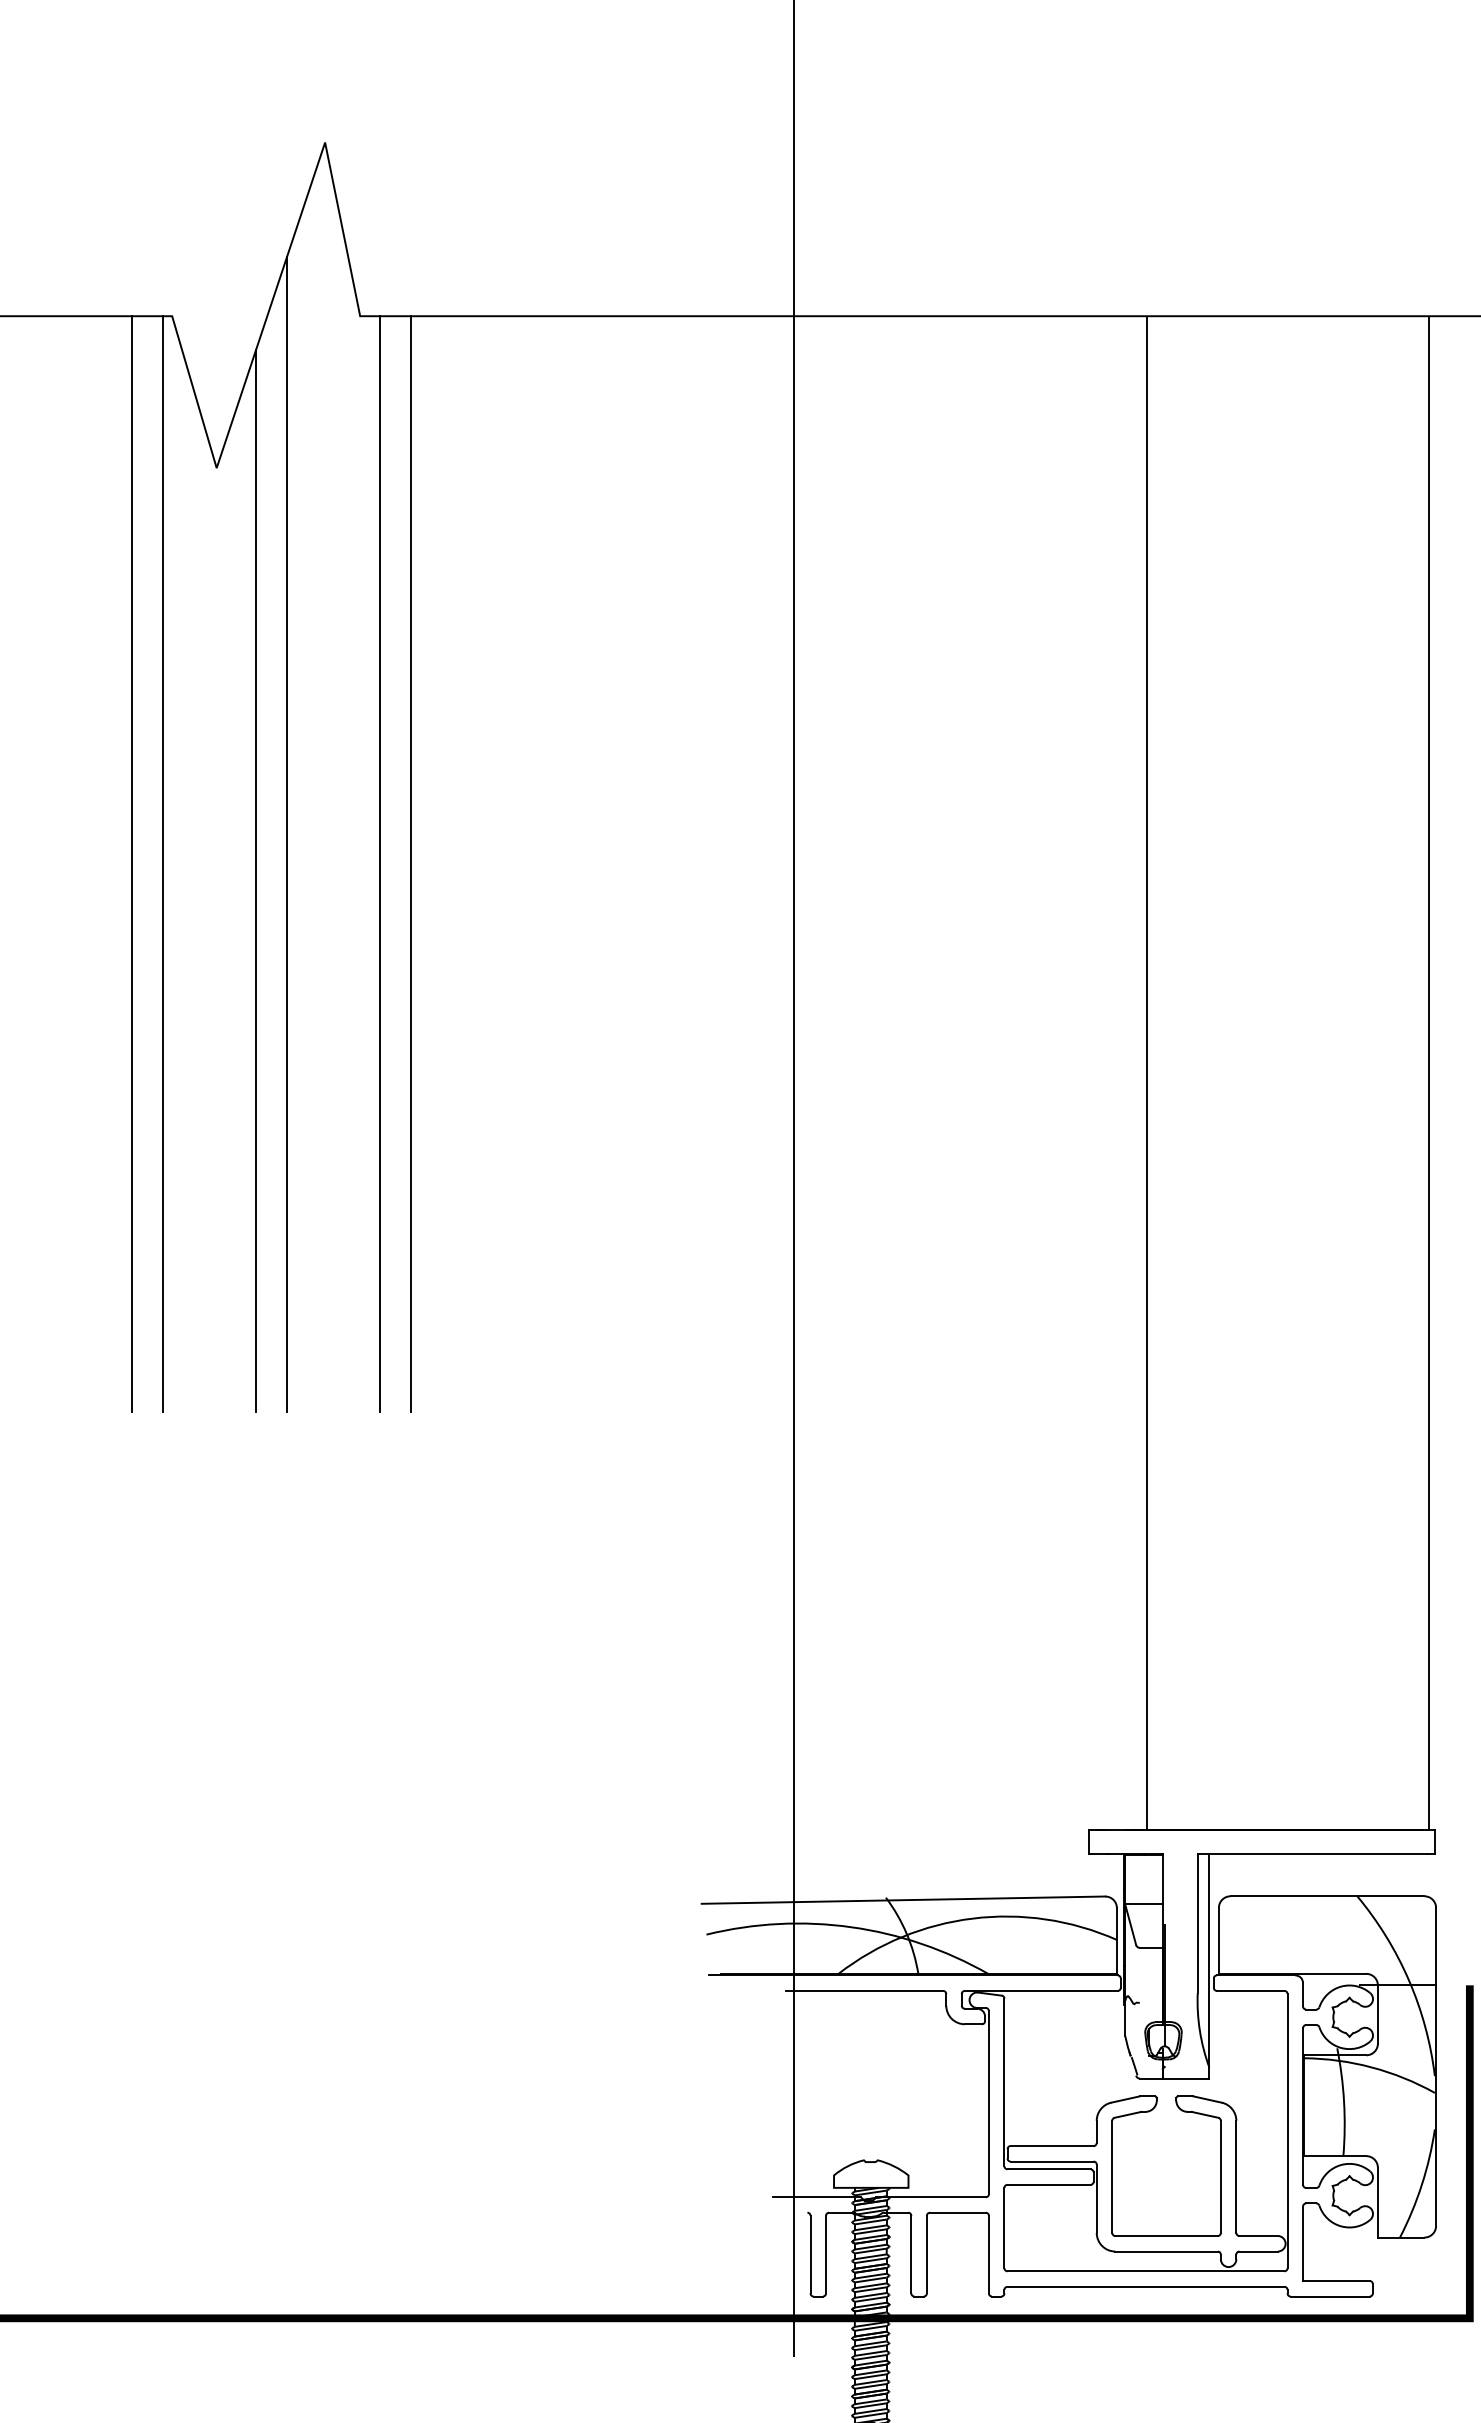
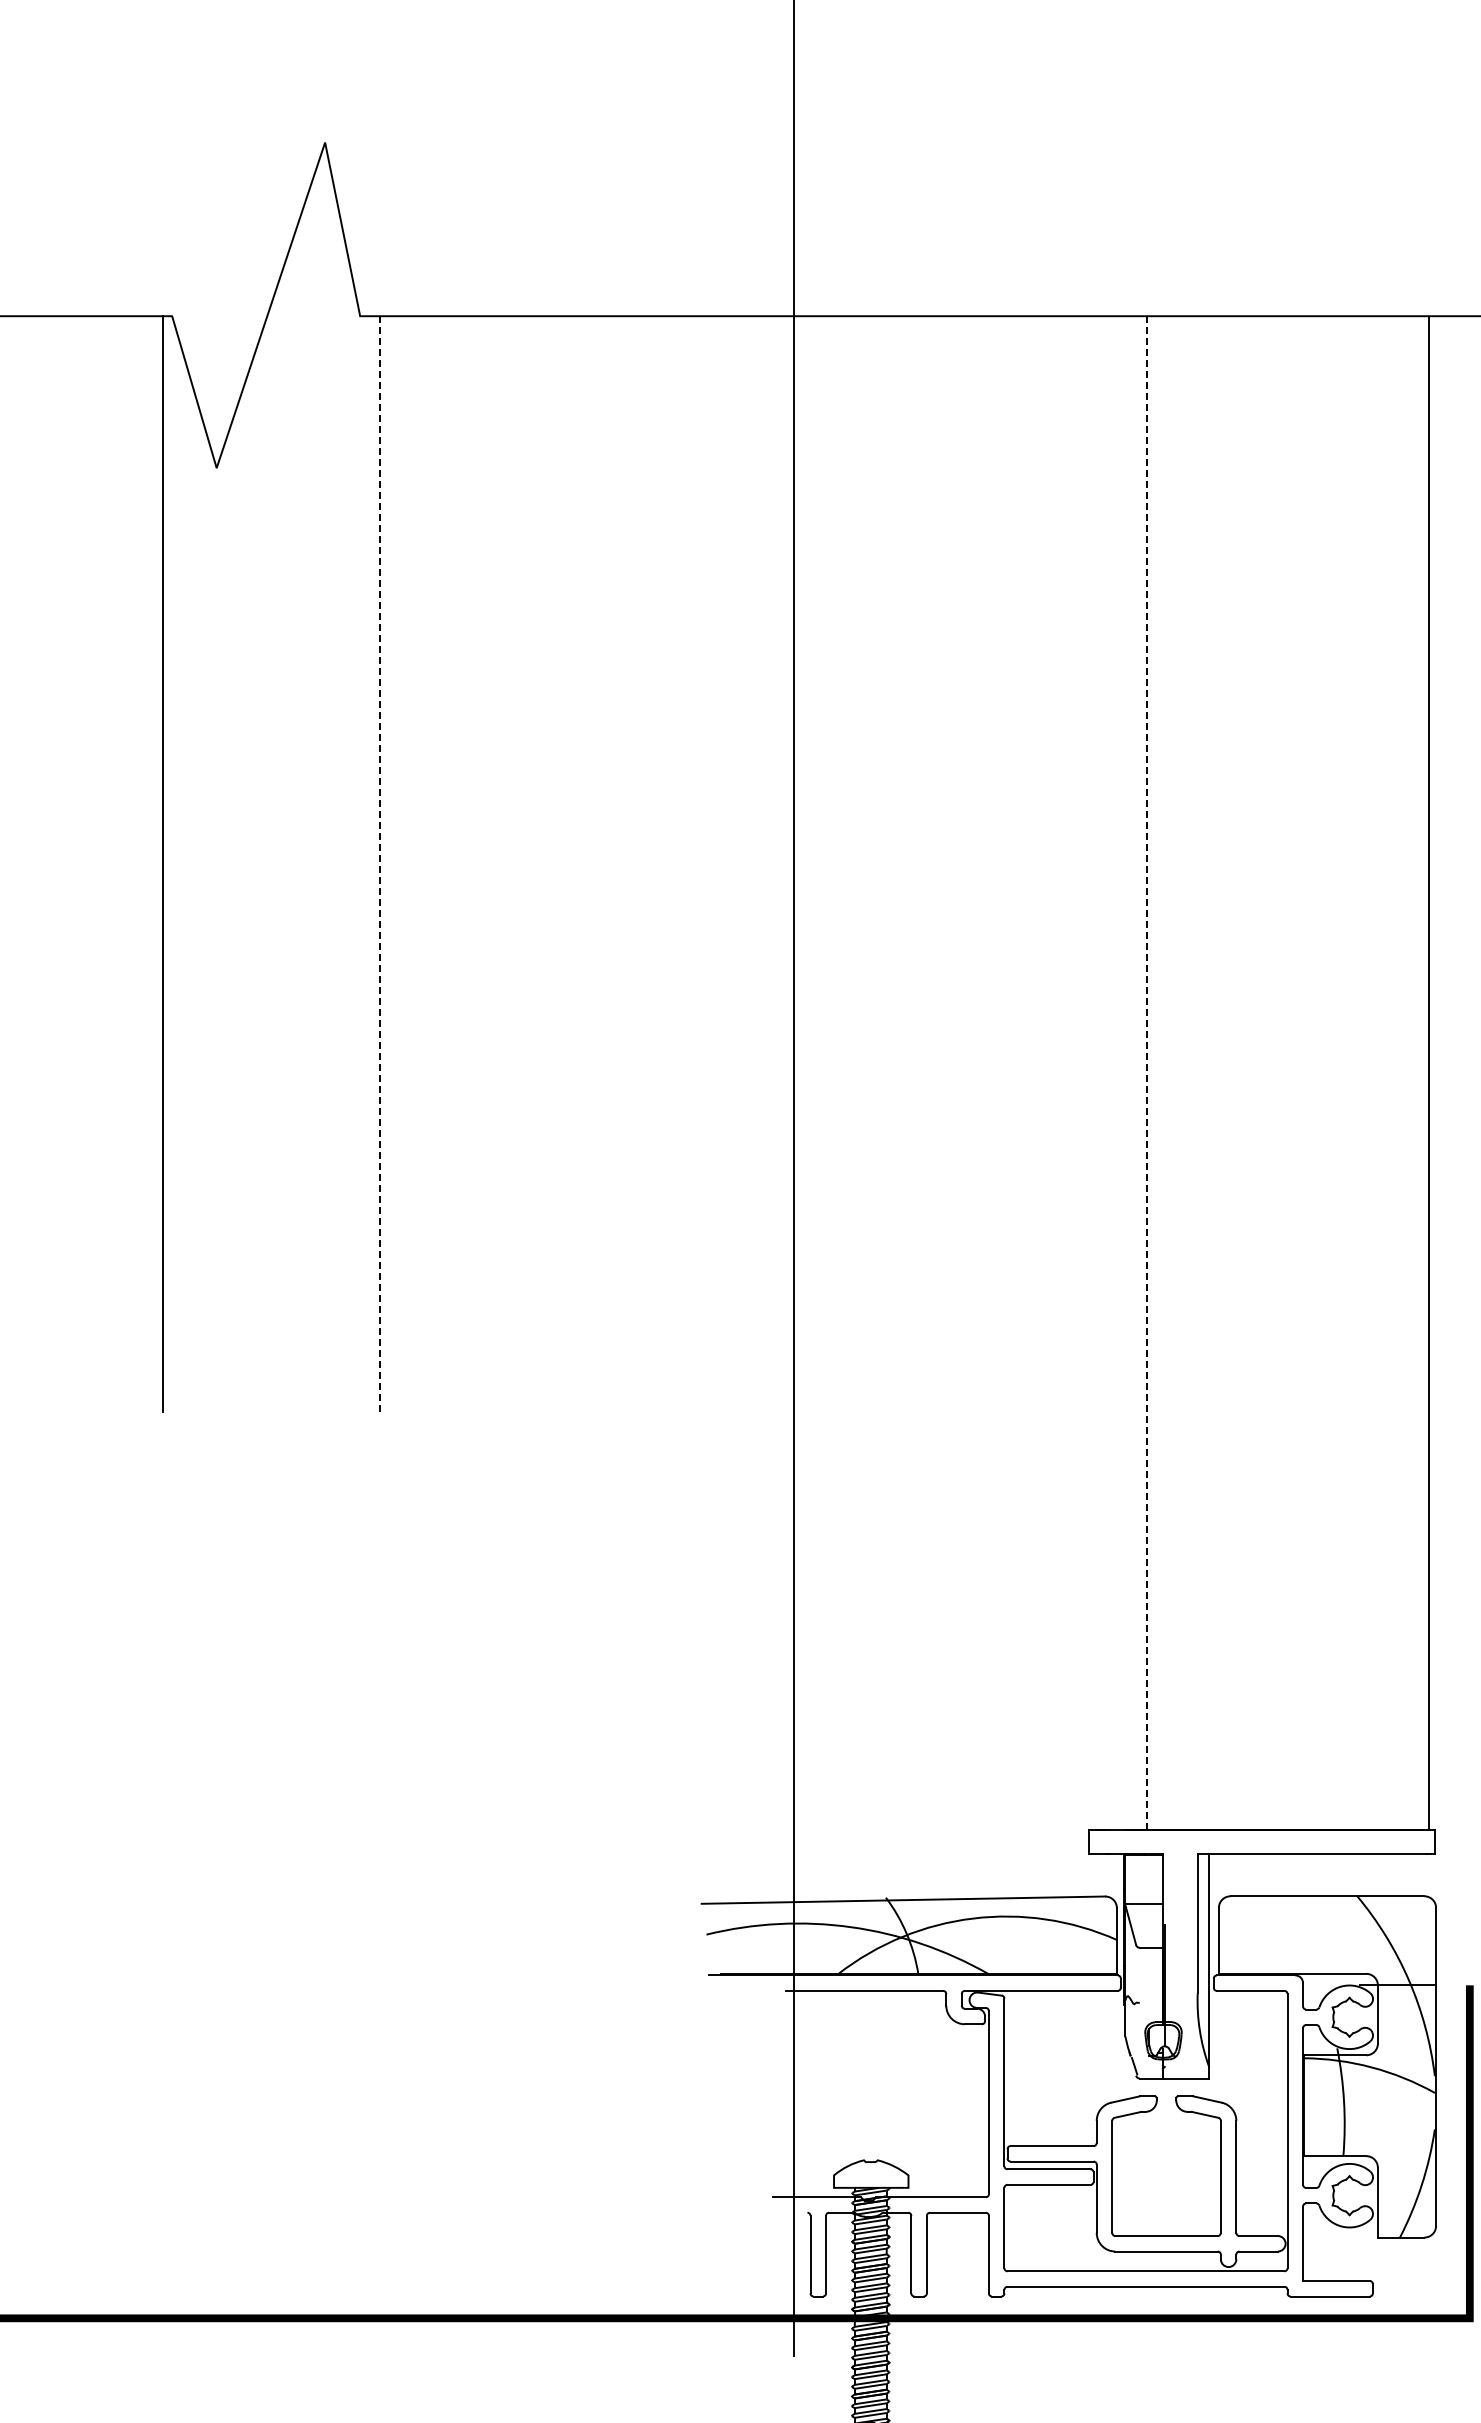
line at (286, 834): present -> none
line at (131, 863): present -> none
line at (380, 863): solid -> dashed
line at (411, 863): present -> none
line at (255, 880): present -> none
line at (1146, 1073): solid -> dashed
